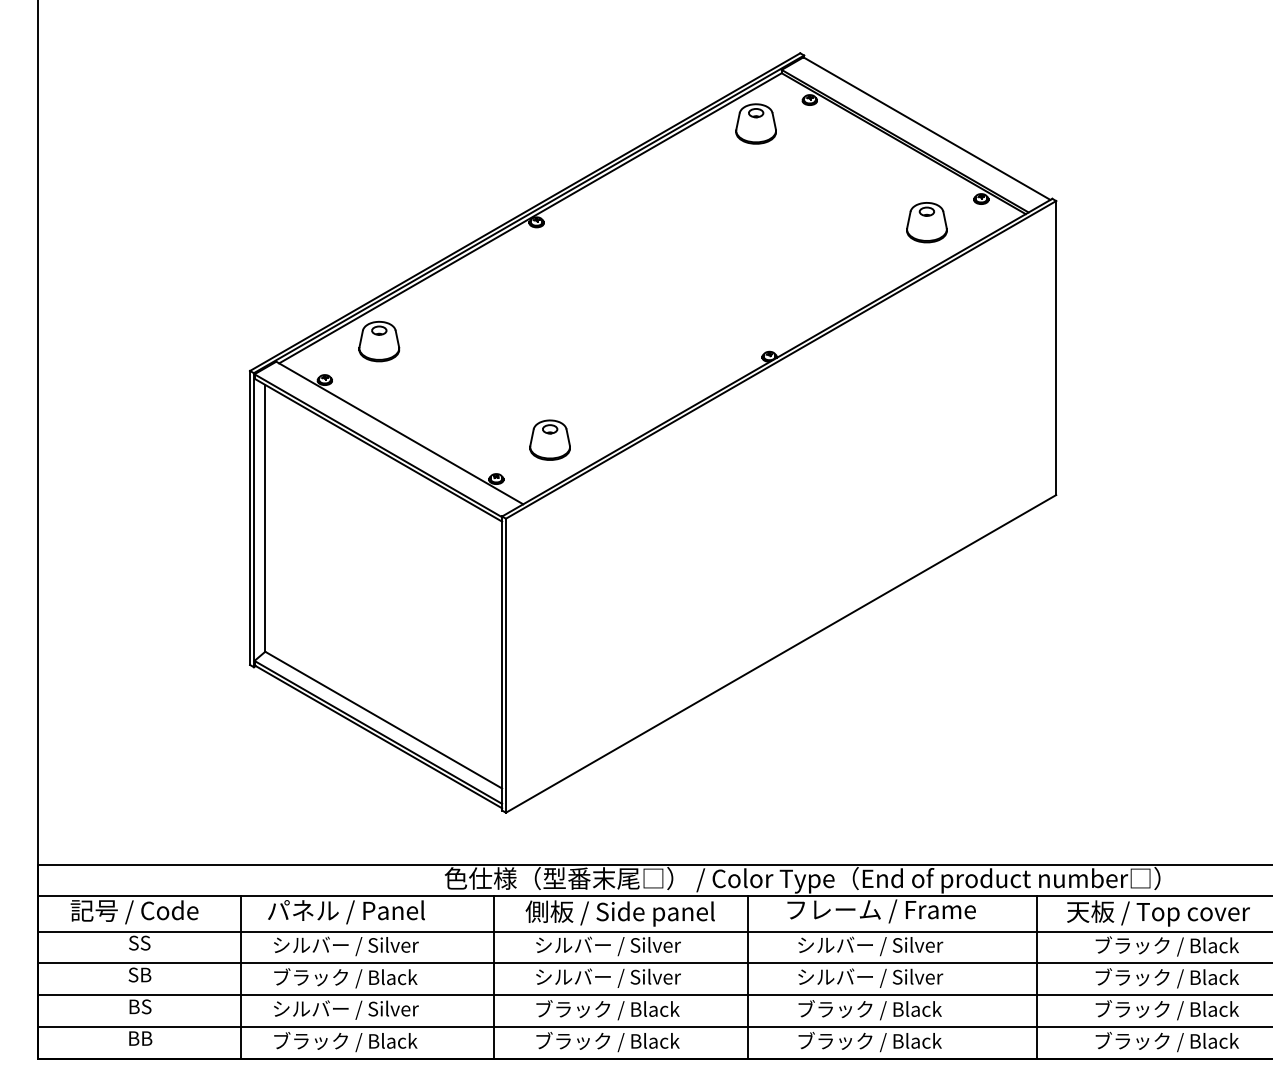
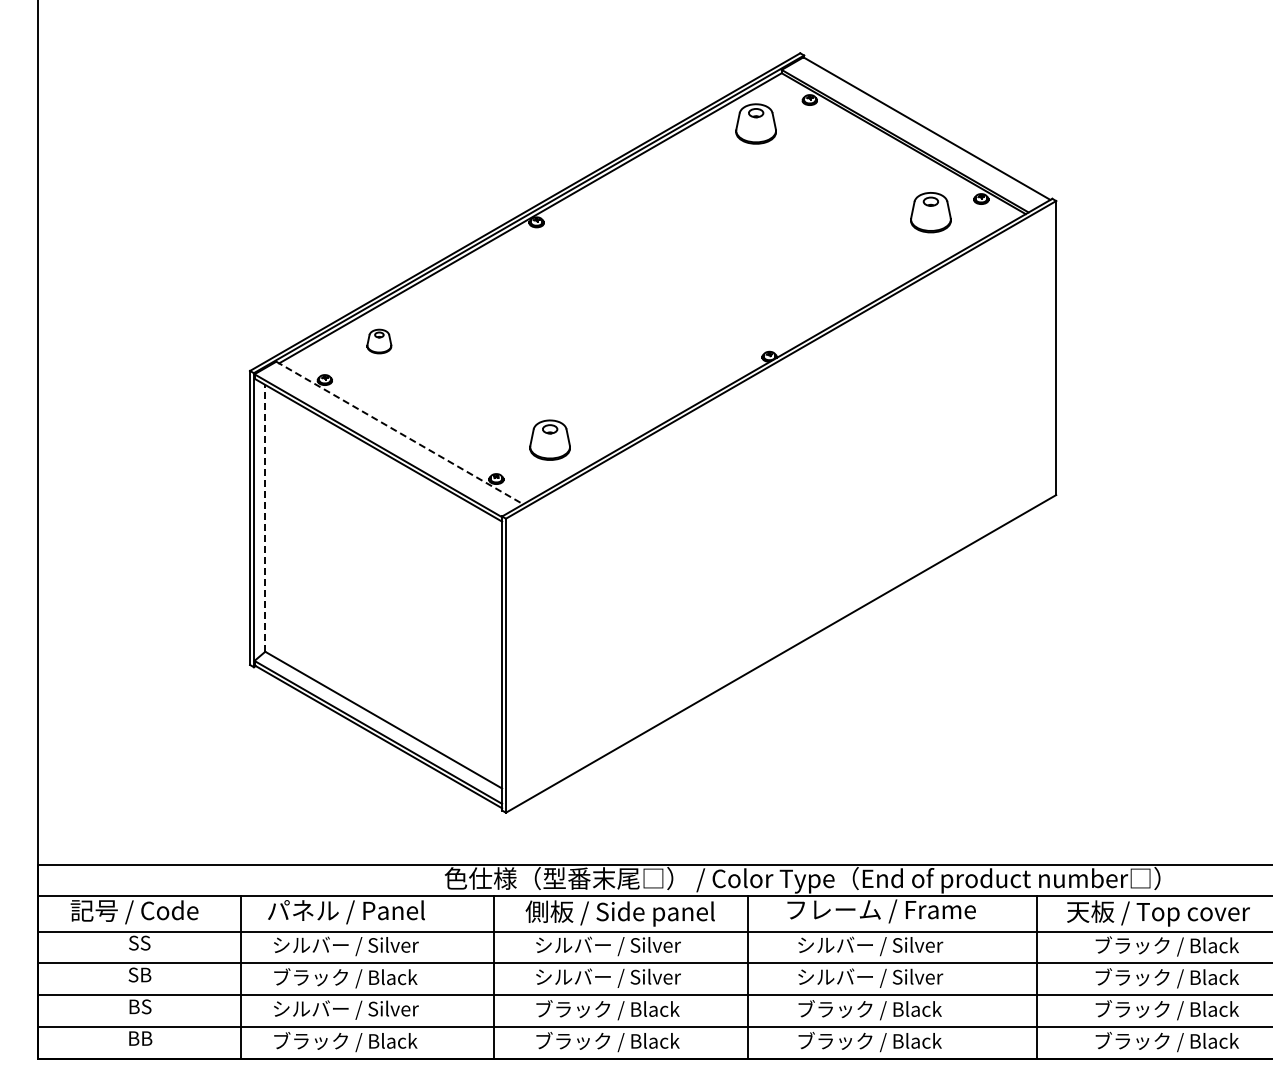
part at (926, 222) position: (926, 222) -> (930, 212)
part at (379, 341) size: 43x43 px -> 27x27 px
line at (399, 433): solid -> dashed
line at (265, 517): solid -> dashed
